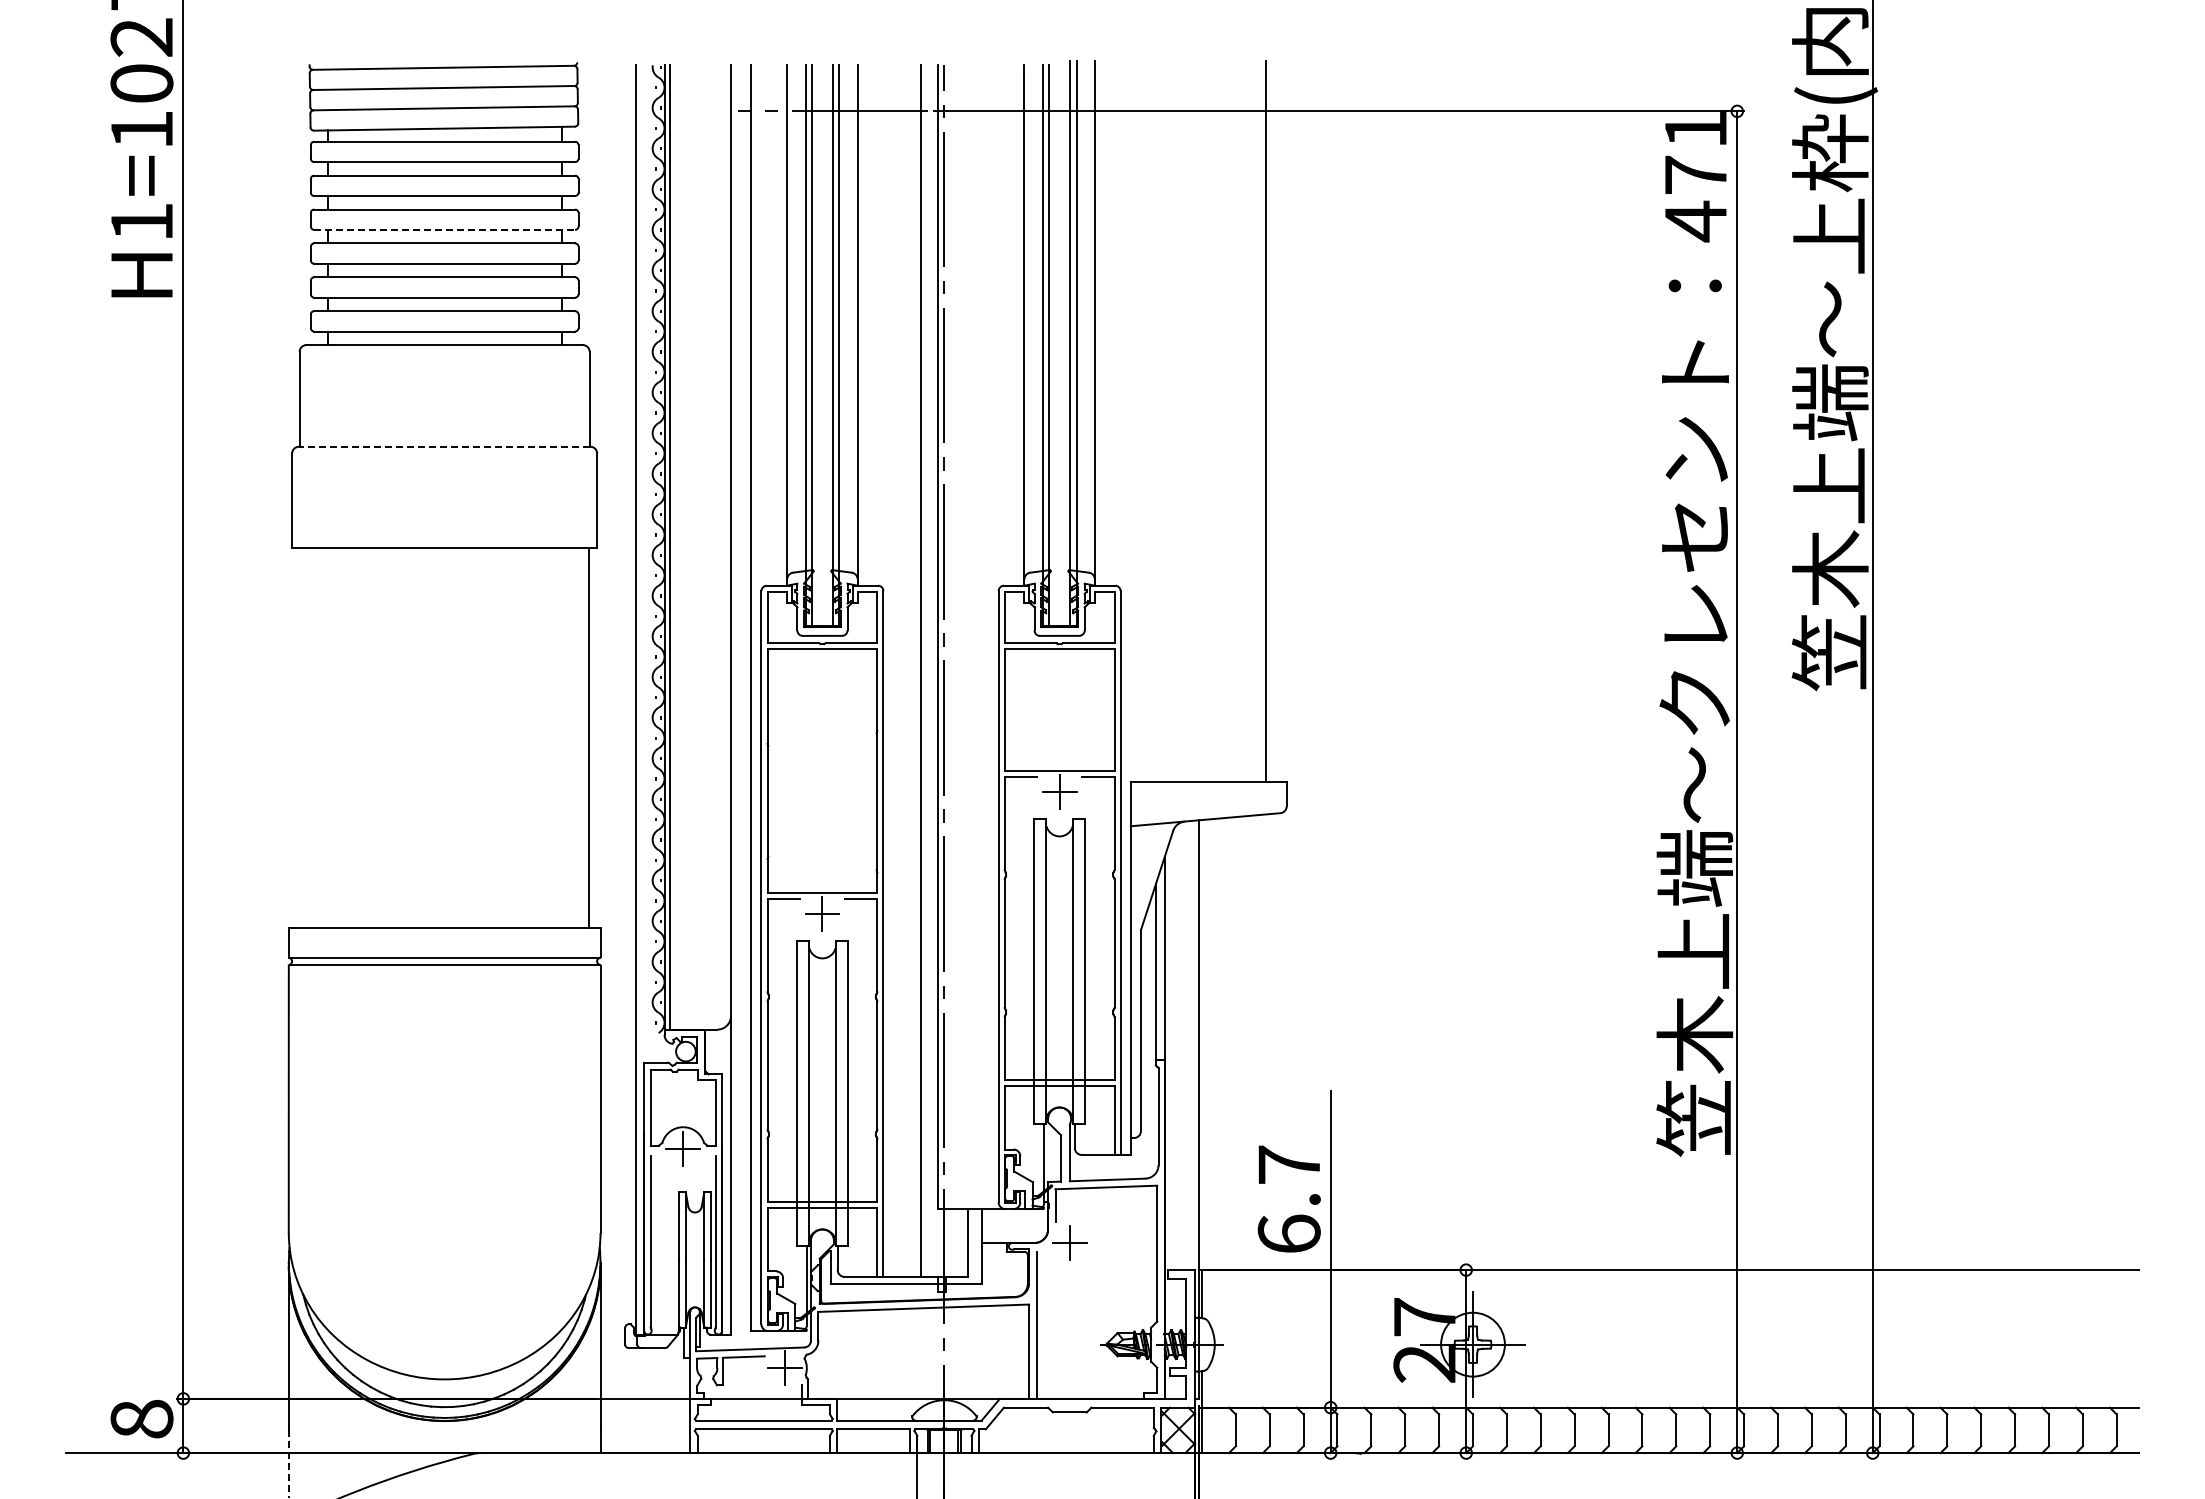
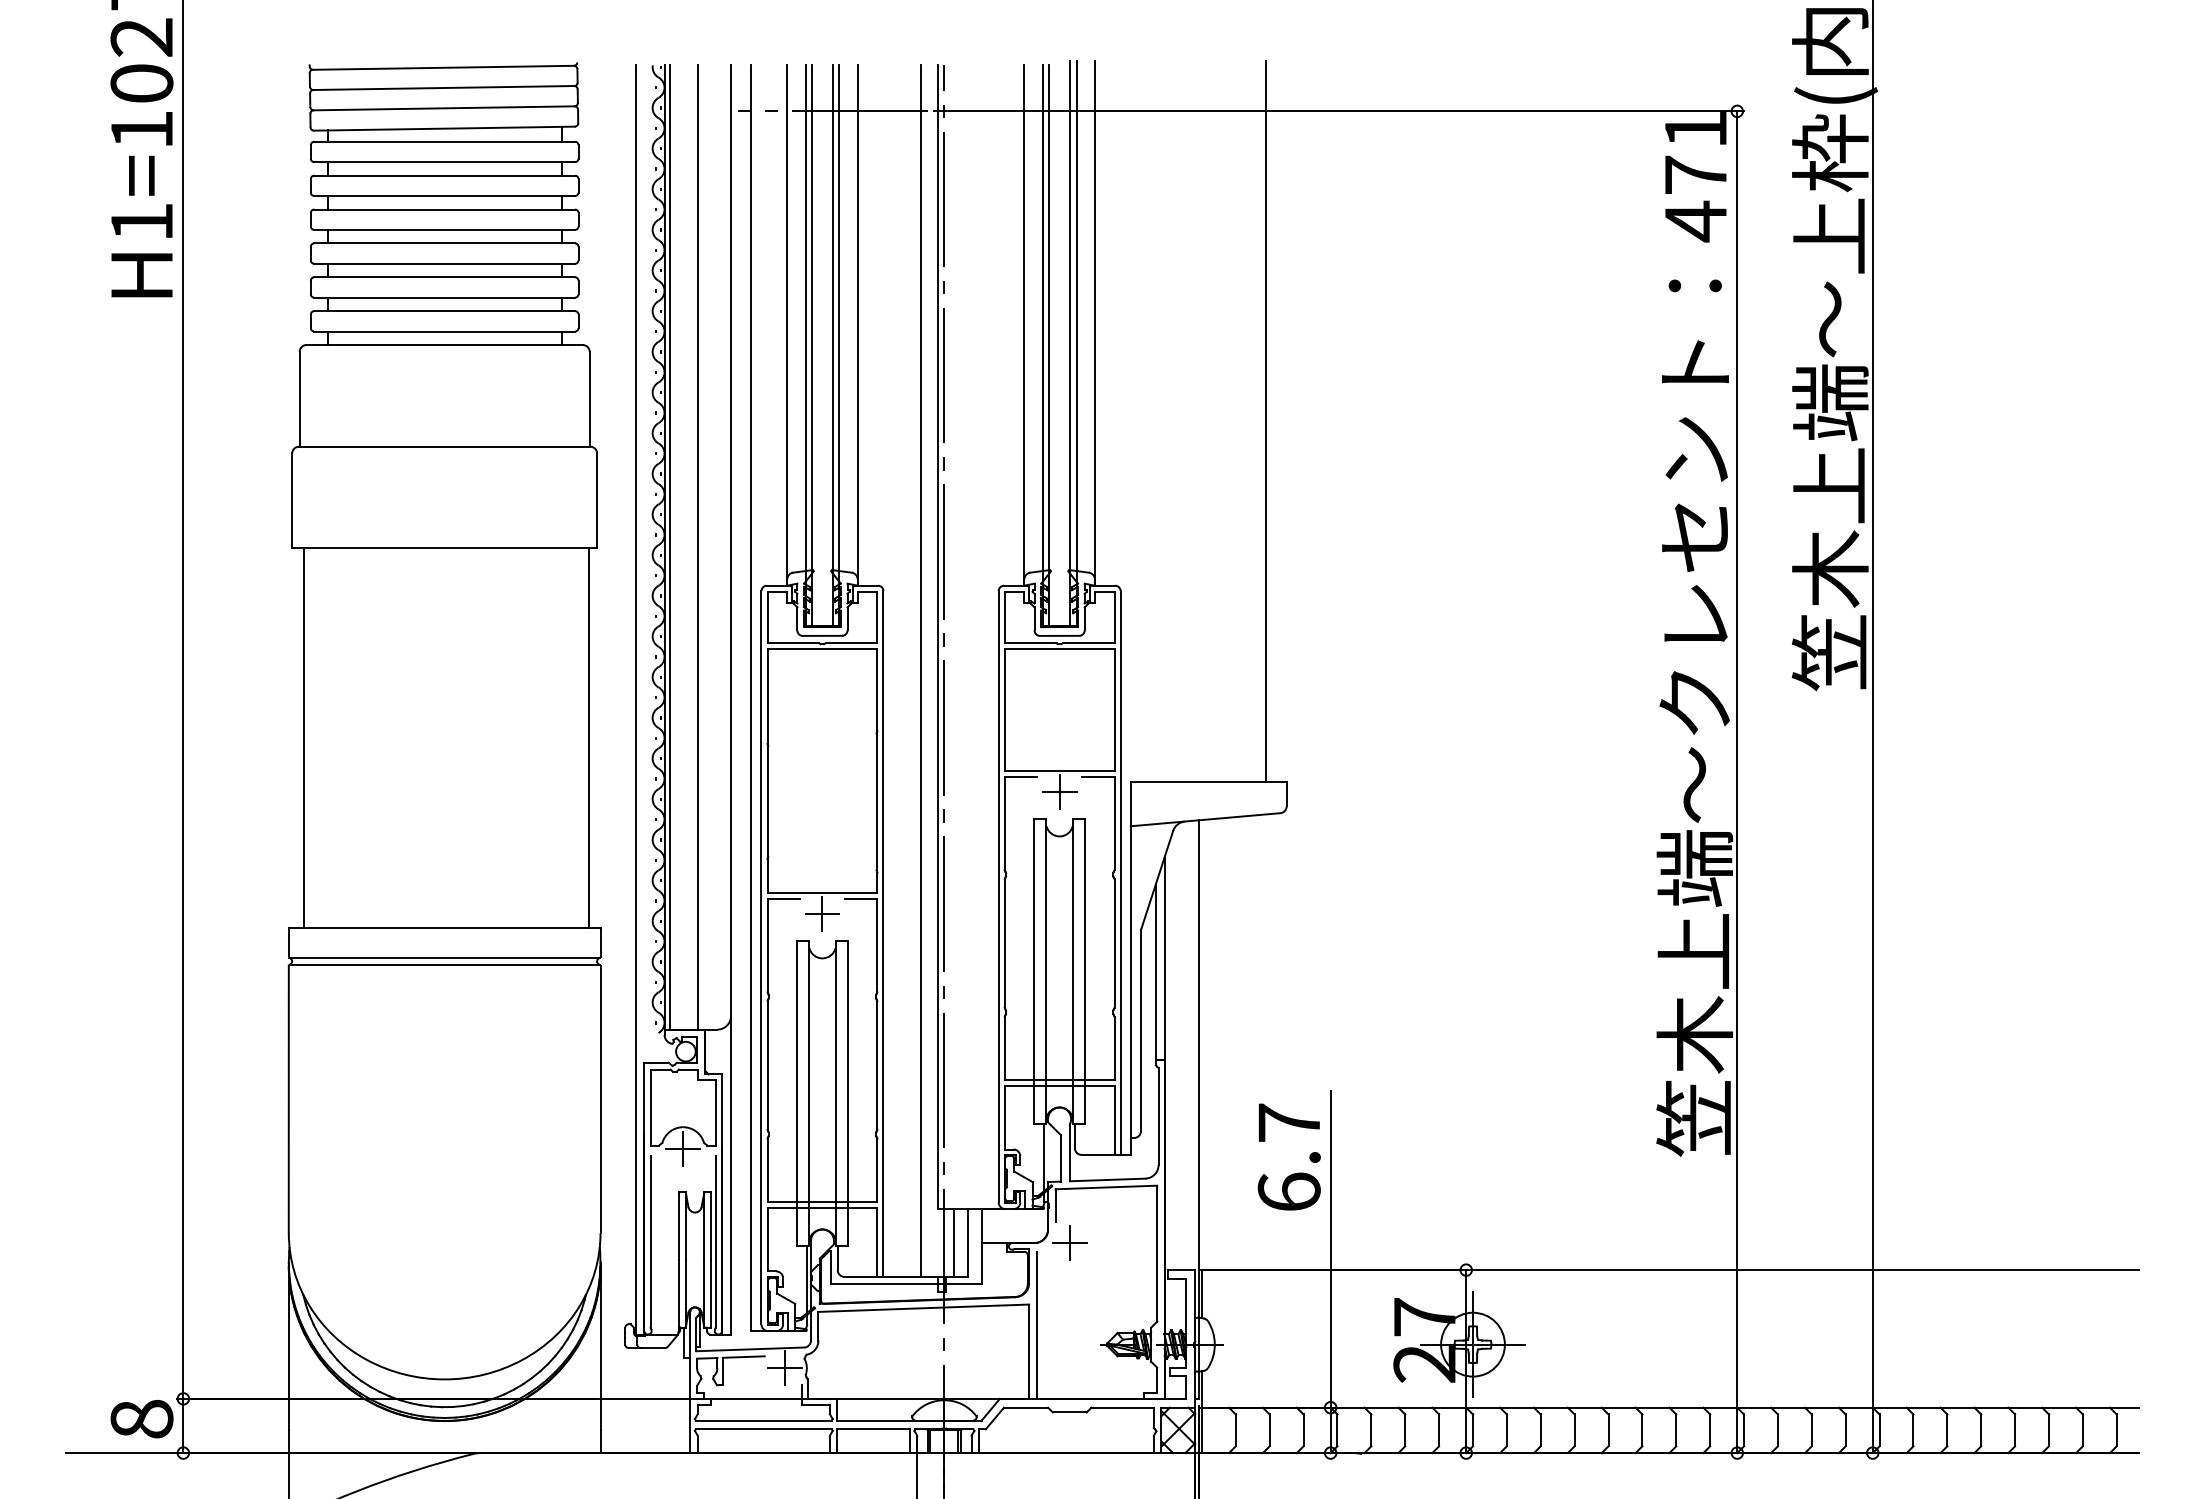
line at (445, 229): dashed -> solid
line at (444, 446): dashed -> solid
line at (698, 547): none -> present
line at (303, 737): none -> present
text at (1288, 1198) position: (1288, 1198) -> (1288, 1156)
line at (953, 1242): none -> present
line at (288, 1463): dashed -> solid
